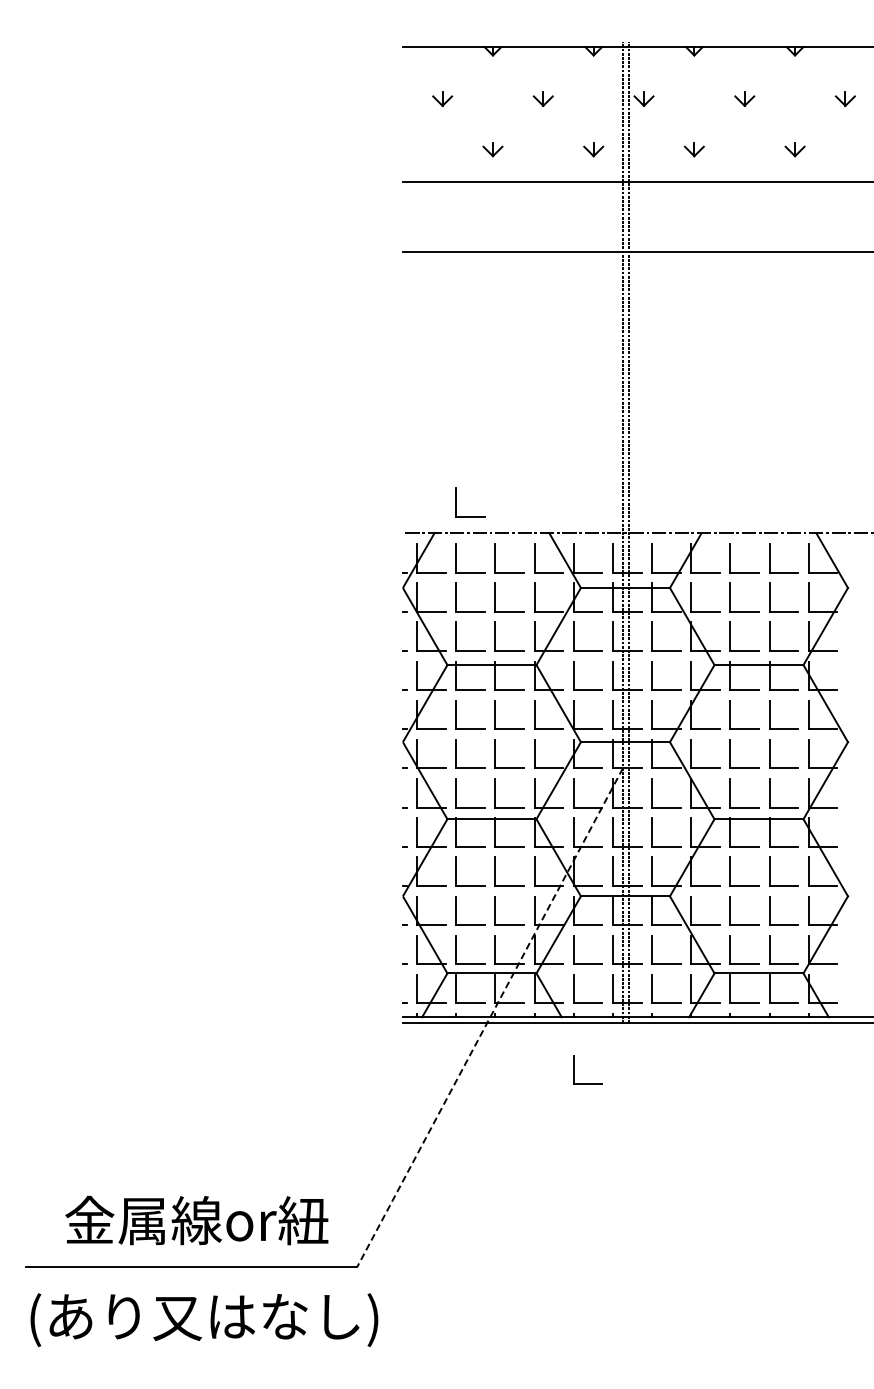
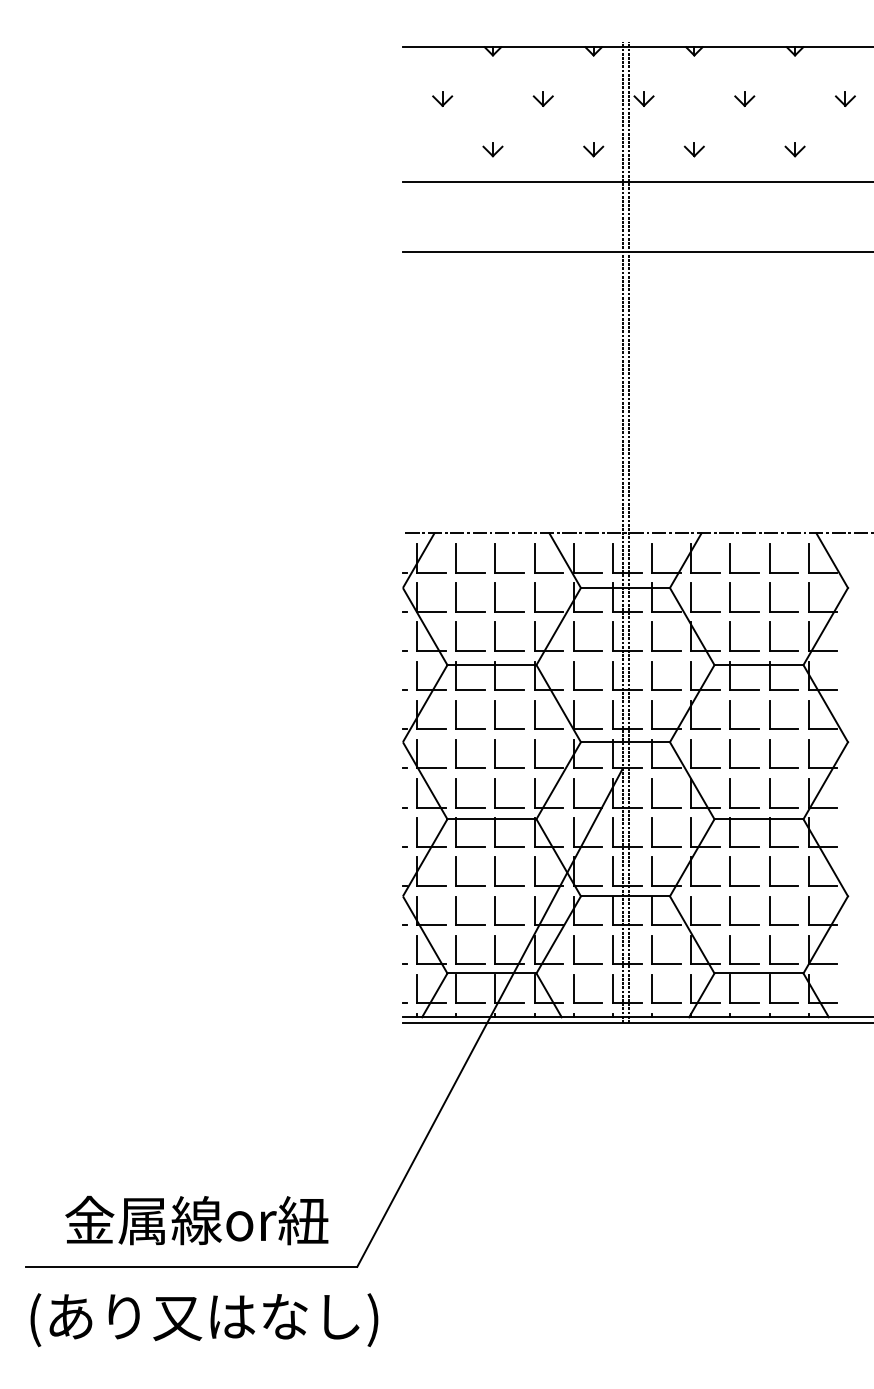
part at (456, 502): present -> none
line at (489, 1018): dashed -> solid
part at (574, 1069): present -> none
